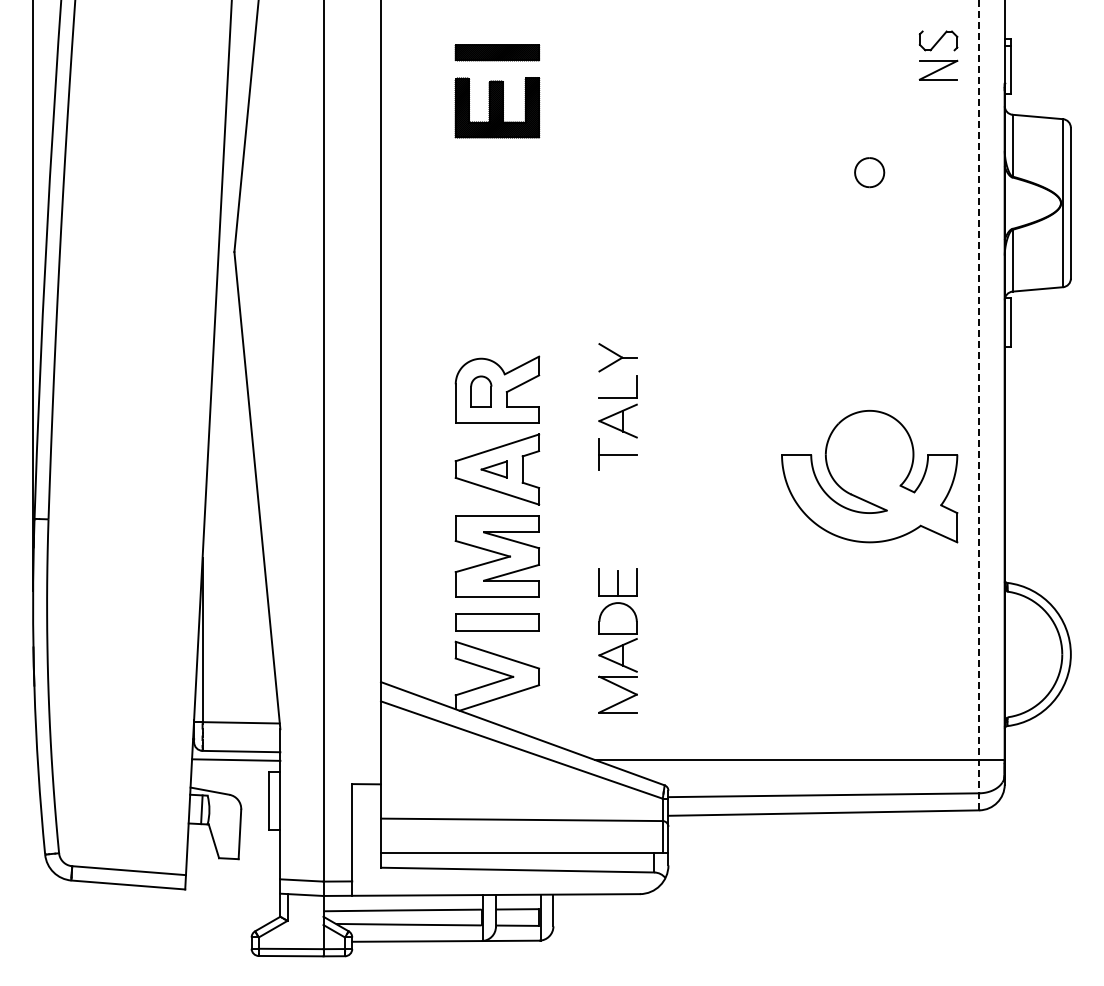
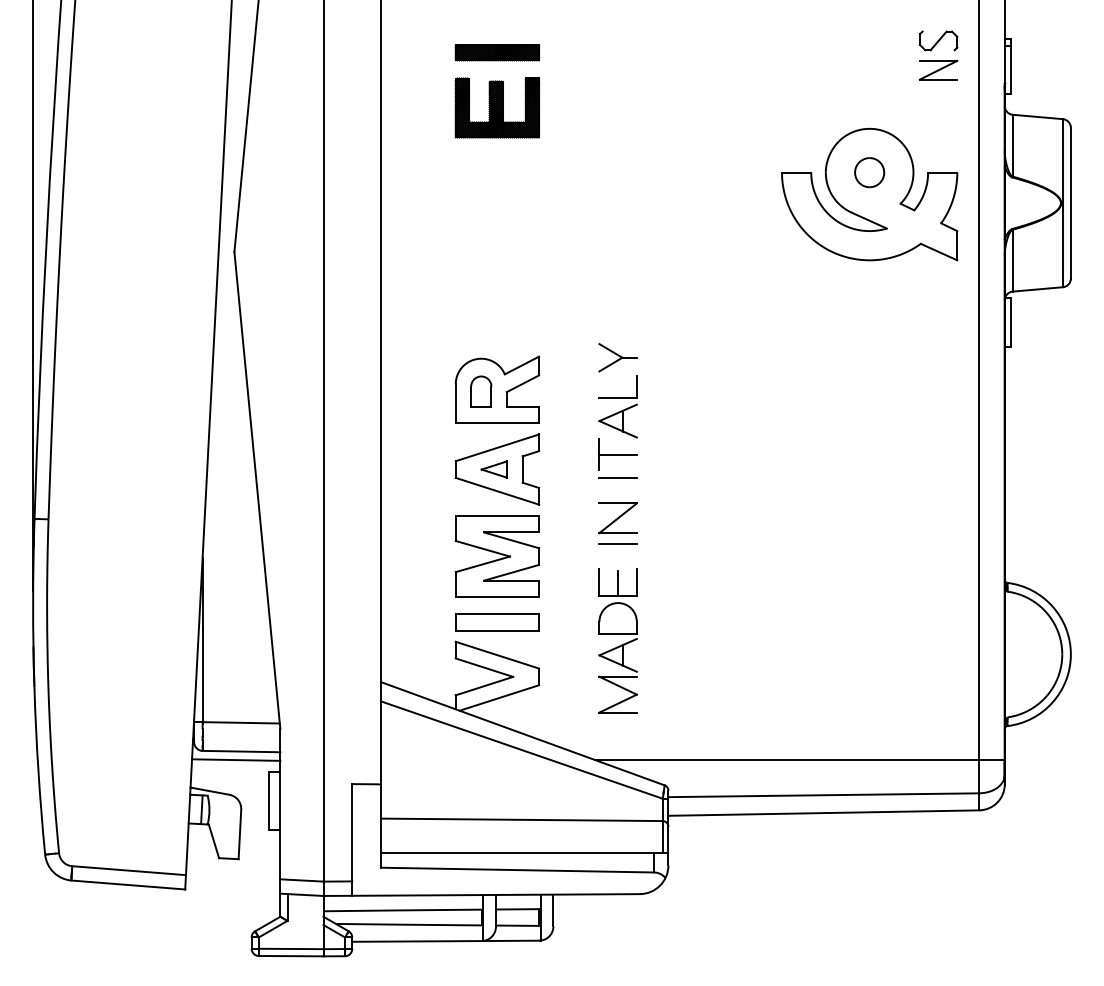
line at (979, 405): dashed -> solid
part at (869, 476) position: (869, 476) -> (869, 194)
line at (617, 477): none -> present
part at (617, 518): none -> present
line at (617, 544): none -> present
